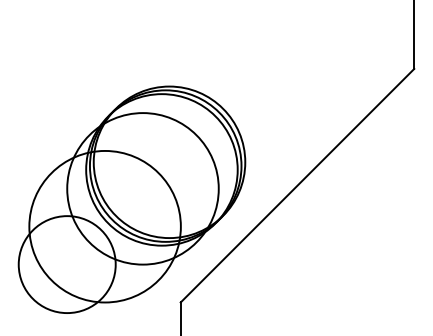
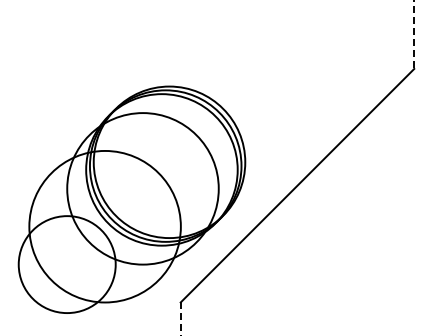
line at (414, 35): solid -> dashed
line at (180, 319): solid -> dashed
